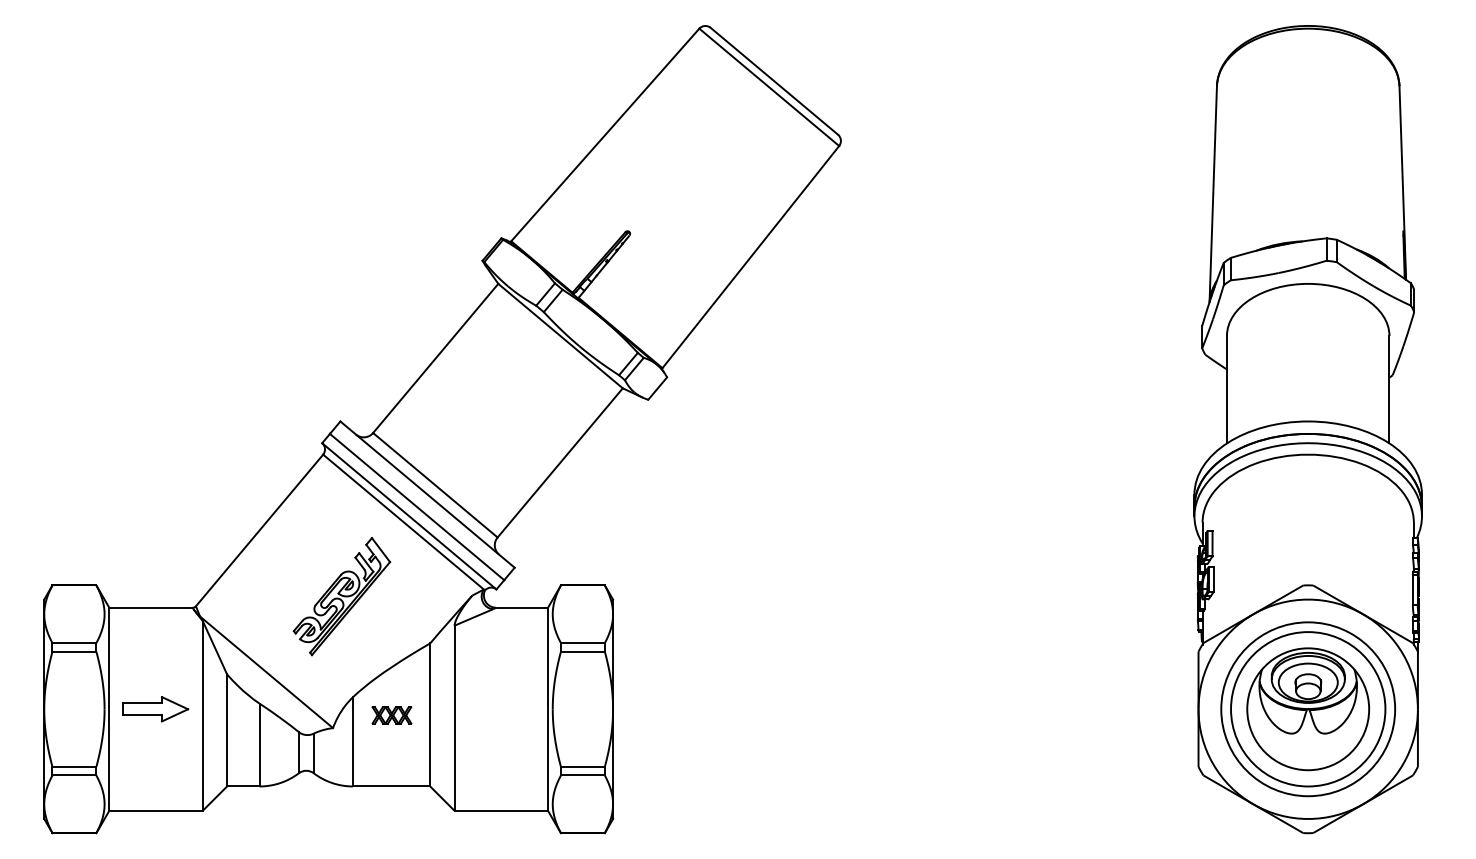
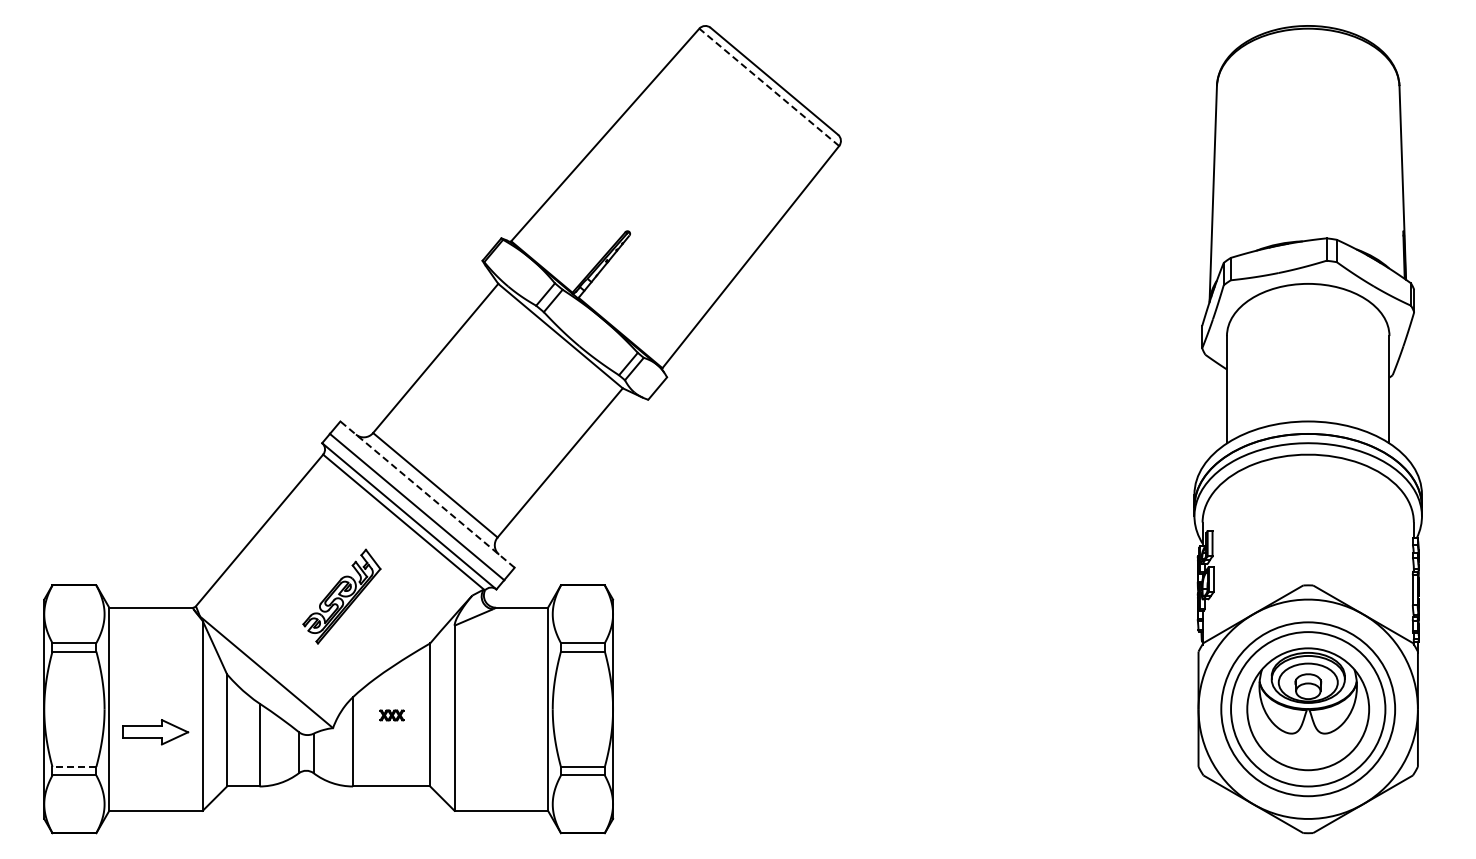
line at (768, 87): solid -> dashed
line at (427, 494): solid -> dashed
part at (341, 596) size: 100x120 px -> 80x97 px
part at (155, 709) position: (155, 709) -> (155, 732)
part at (391, 715) size: 42x19 px -> 26x13 px
line at (74, 766): solid -> dashed
